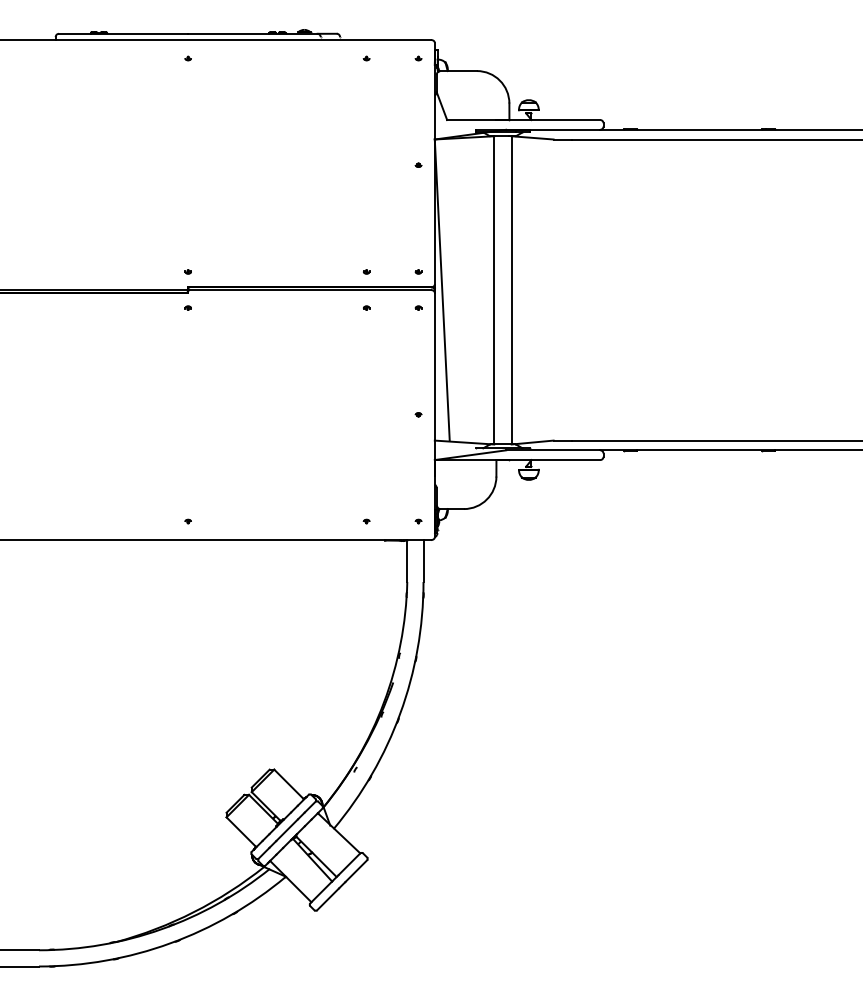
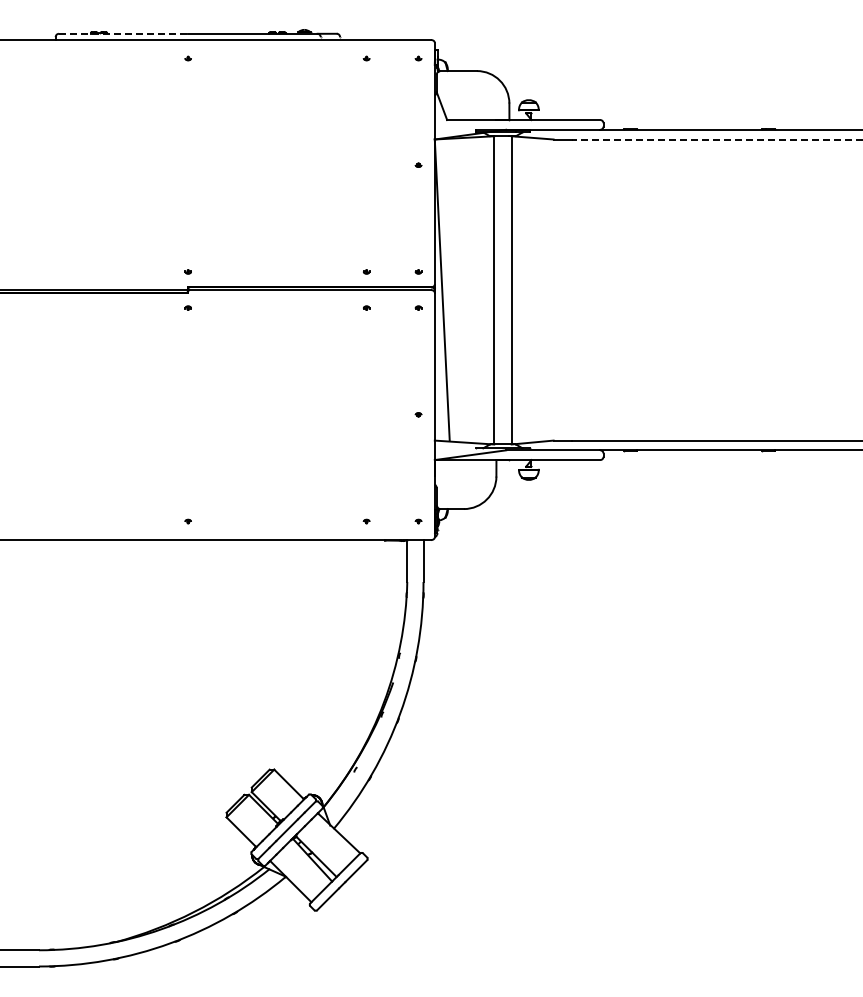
line at (123, 33): solid -> dashed
line at (716, 139): solid -> dashed
